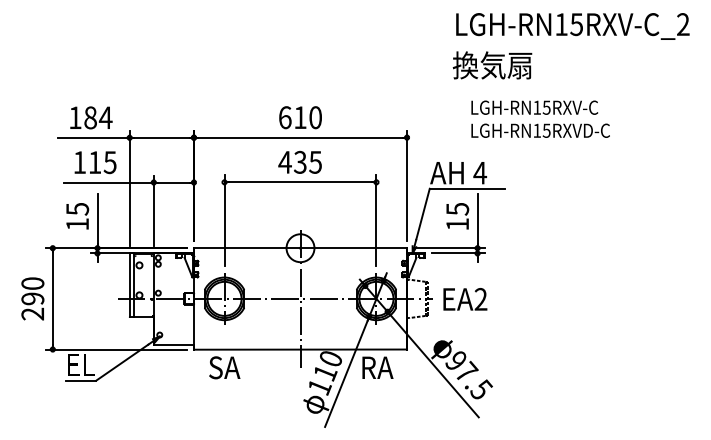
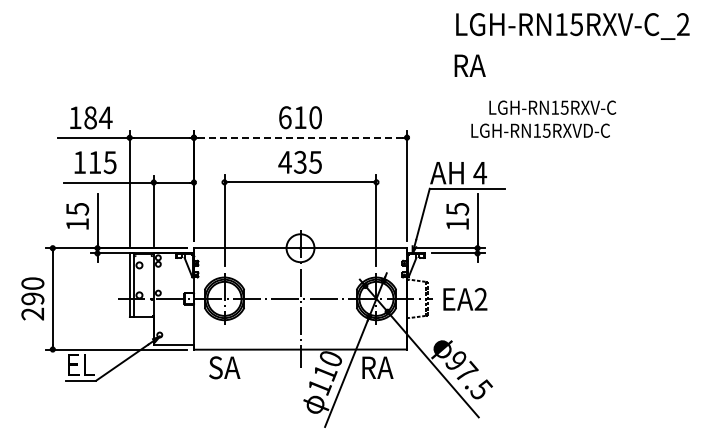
text at (492, 65): 換気扇 -> RA
text at (534, 107) position: (534, 107) -> (552, 107)
line at (300, 137): solid -> dashed
